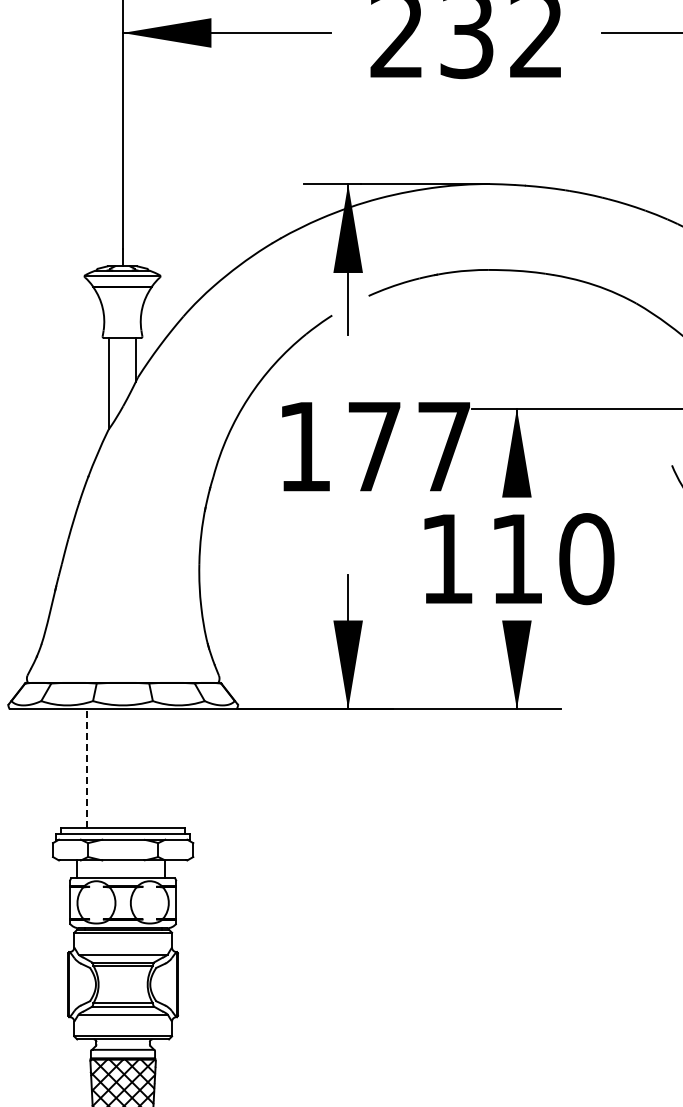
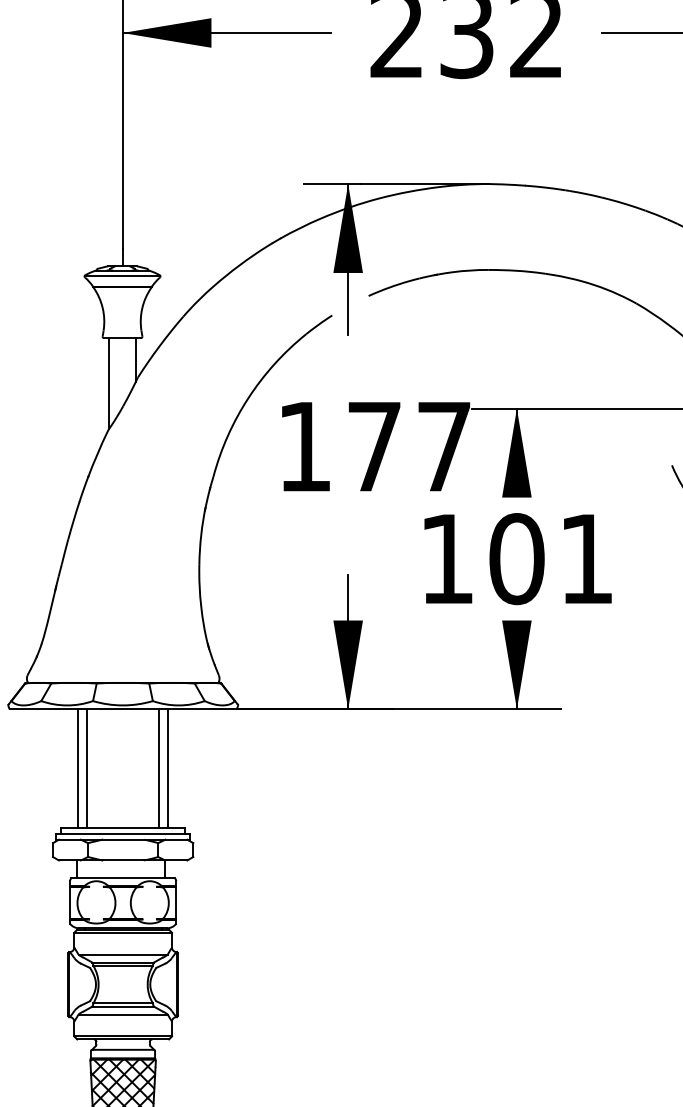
text at (551, 559): 110 -> 101
line at (78, 768): none -> present
line at (86, 768): dashed -> solid
line at (159, 768): none -> present
line at (167, 768): none -> present
